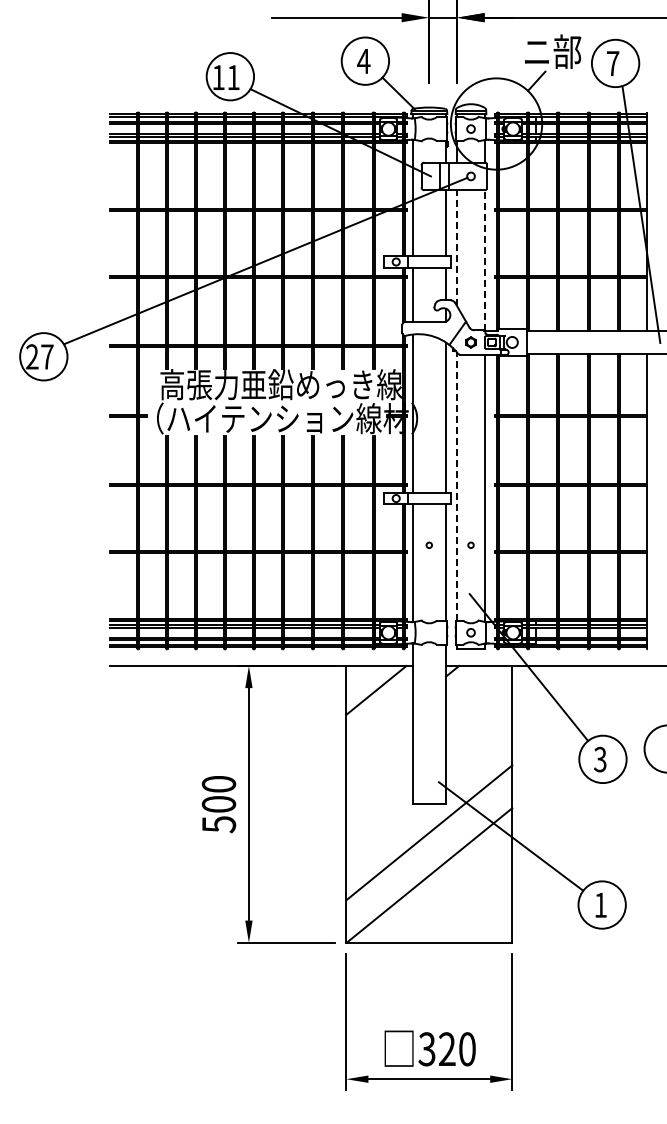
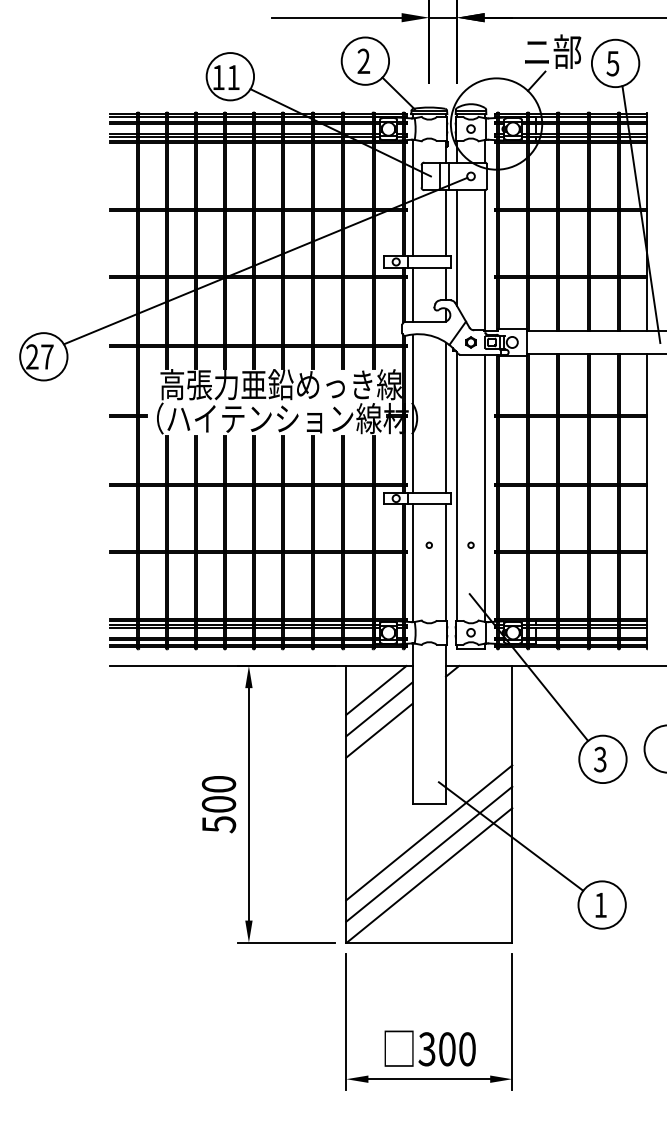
text at (363, 60): 4 -> 2
text at (612, 63): 7 -> 5
line at (456, 248): dashed -> solid
line at (485, 259): dashed -> solid
line at (456, 486): dashed -> solid
line at (379, 709): none -> present
line at (379, 730): none -> present
line at (429, 853): none -> present
text at (447, 1049): 320 -> 300
